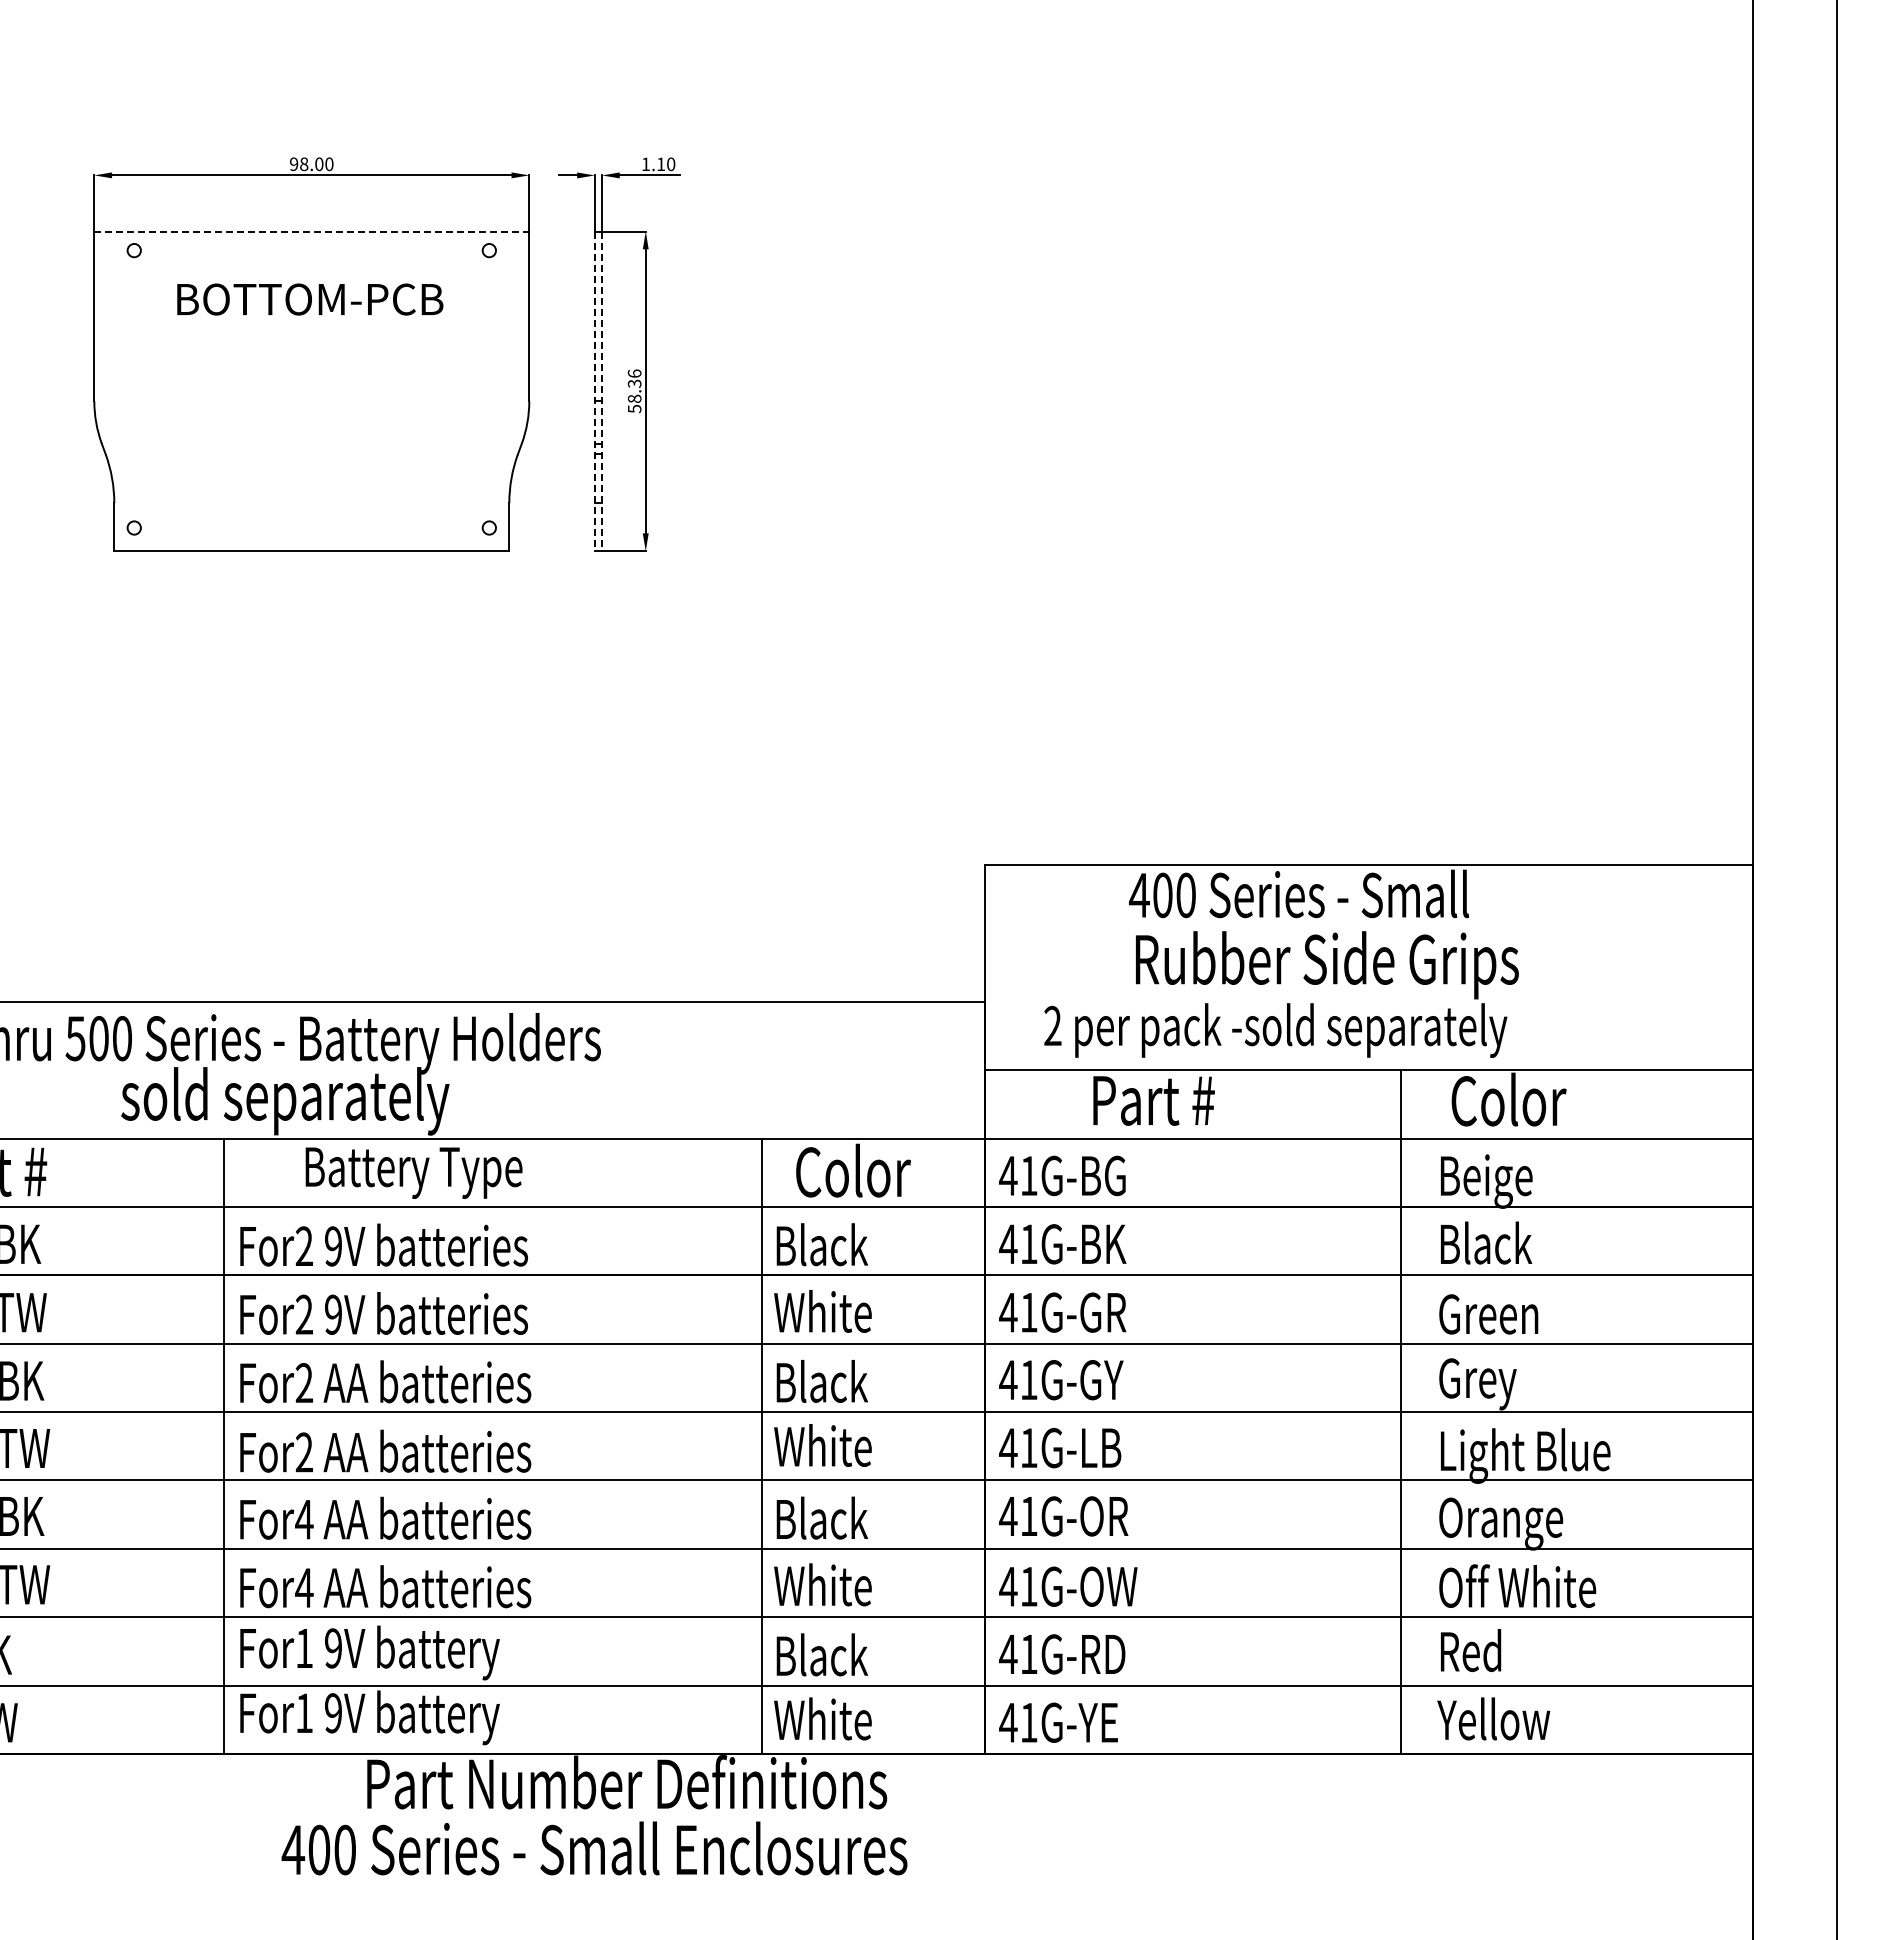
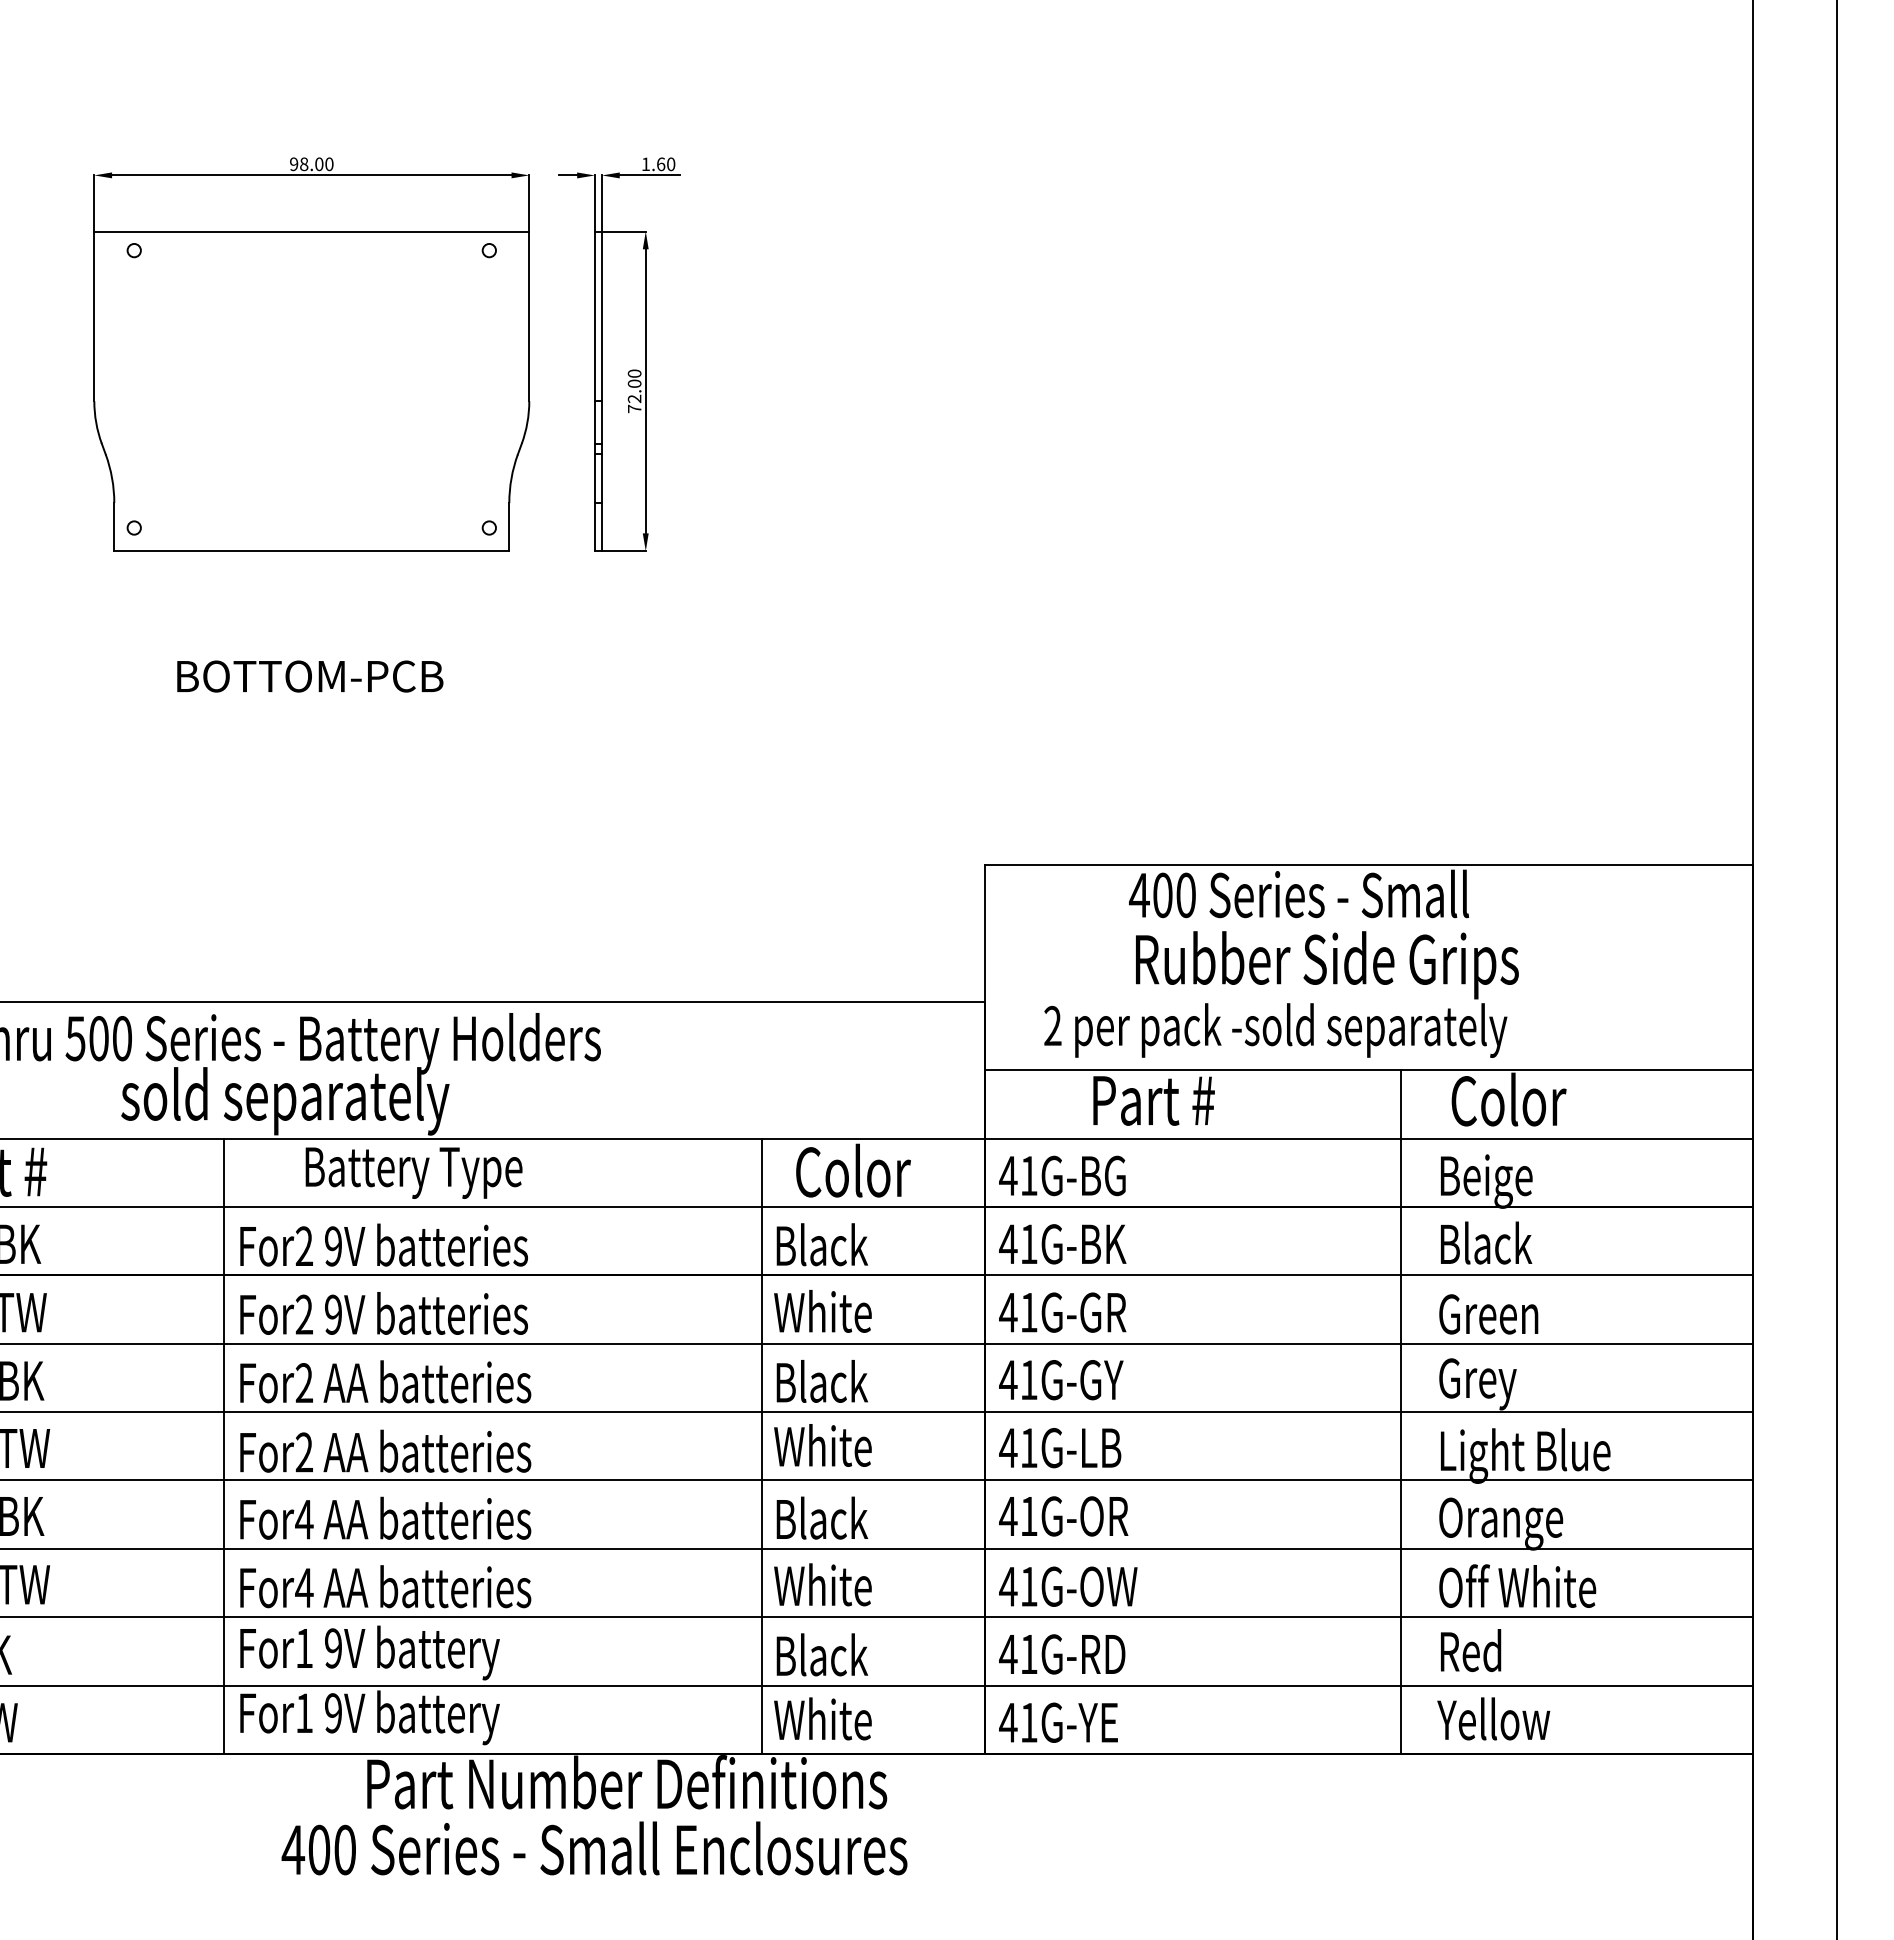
text at (661, 164): 1.10 -> 1.60
line at (312, 231): dashed -> solid
text at (310, 299) position: (310, 299) -> (310, 676)
line at (594, 391): dashed -> solid
line at (602, 391): dashed -> solid
text at (634, 391): 58.36 -> 72.00
